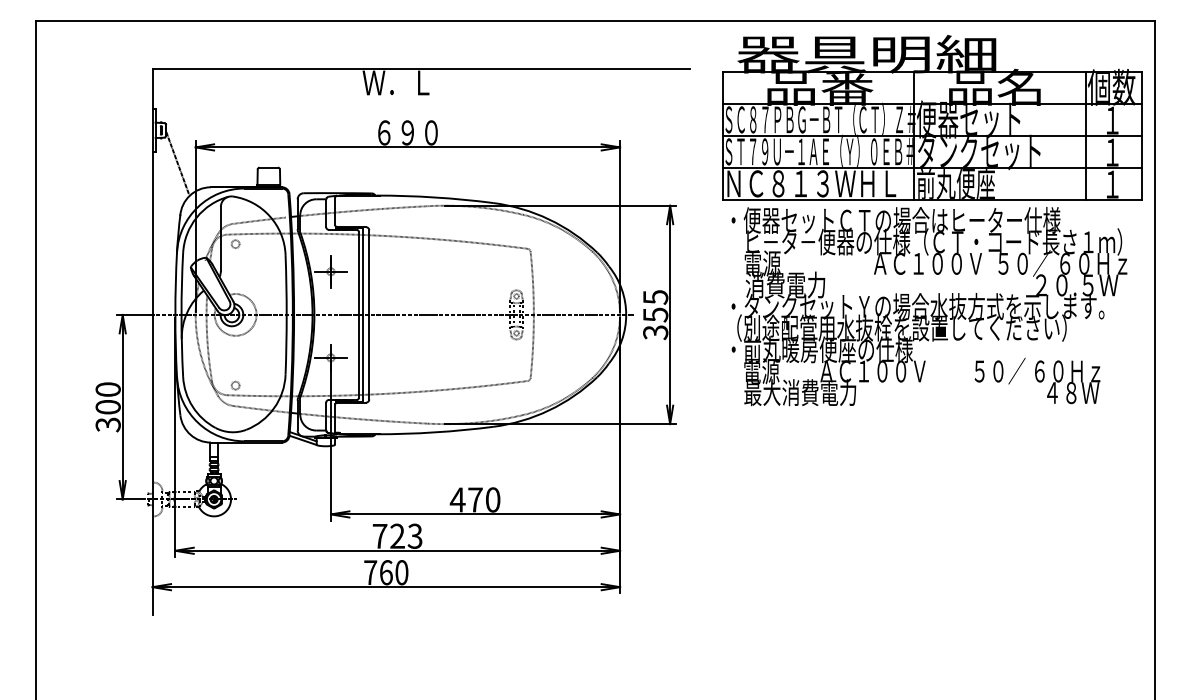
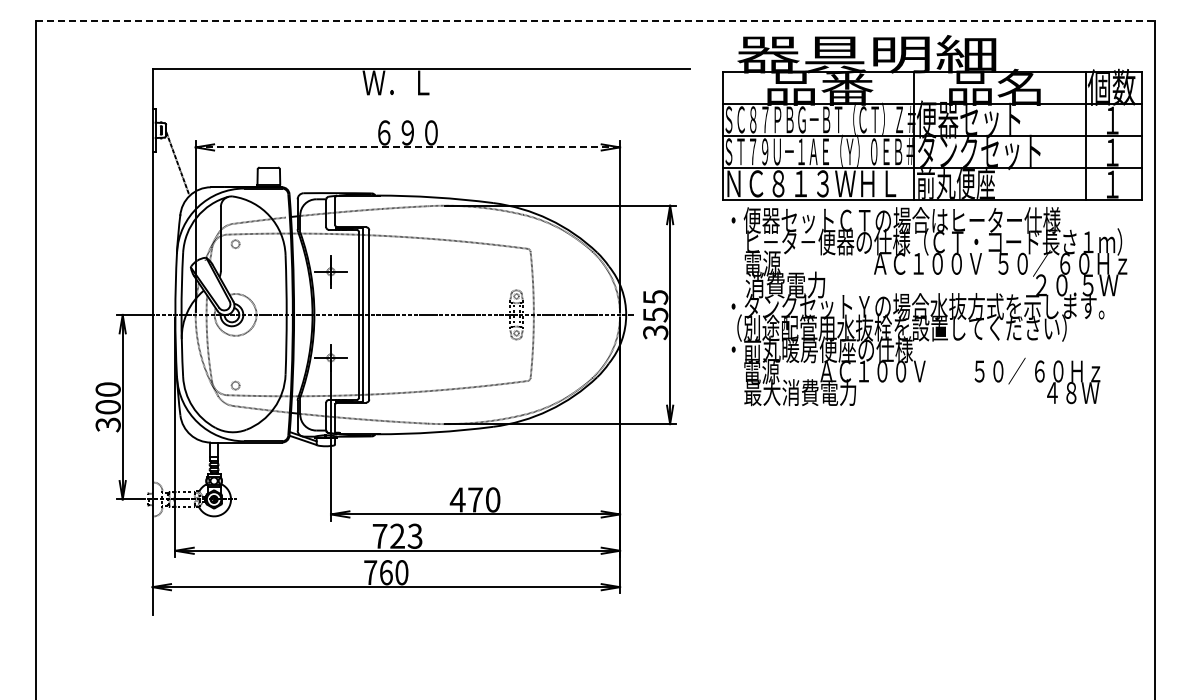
line at (595, 20): solid -> dashed
line at (407, 147): solid -> dashed
